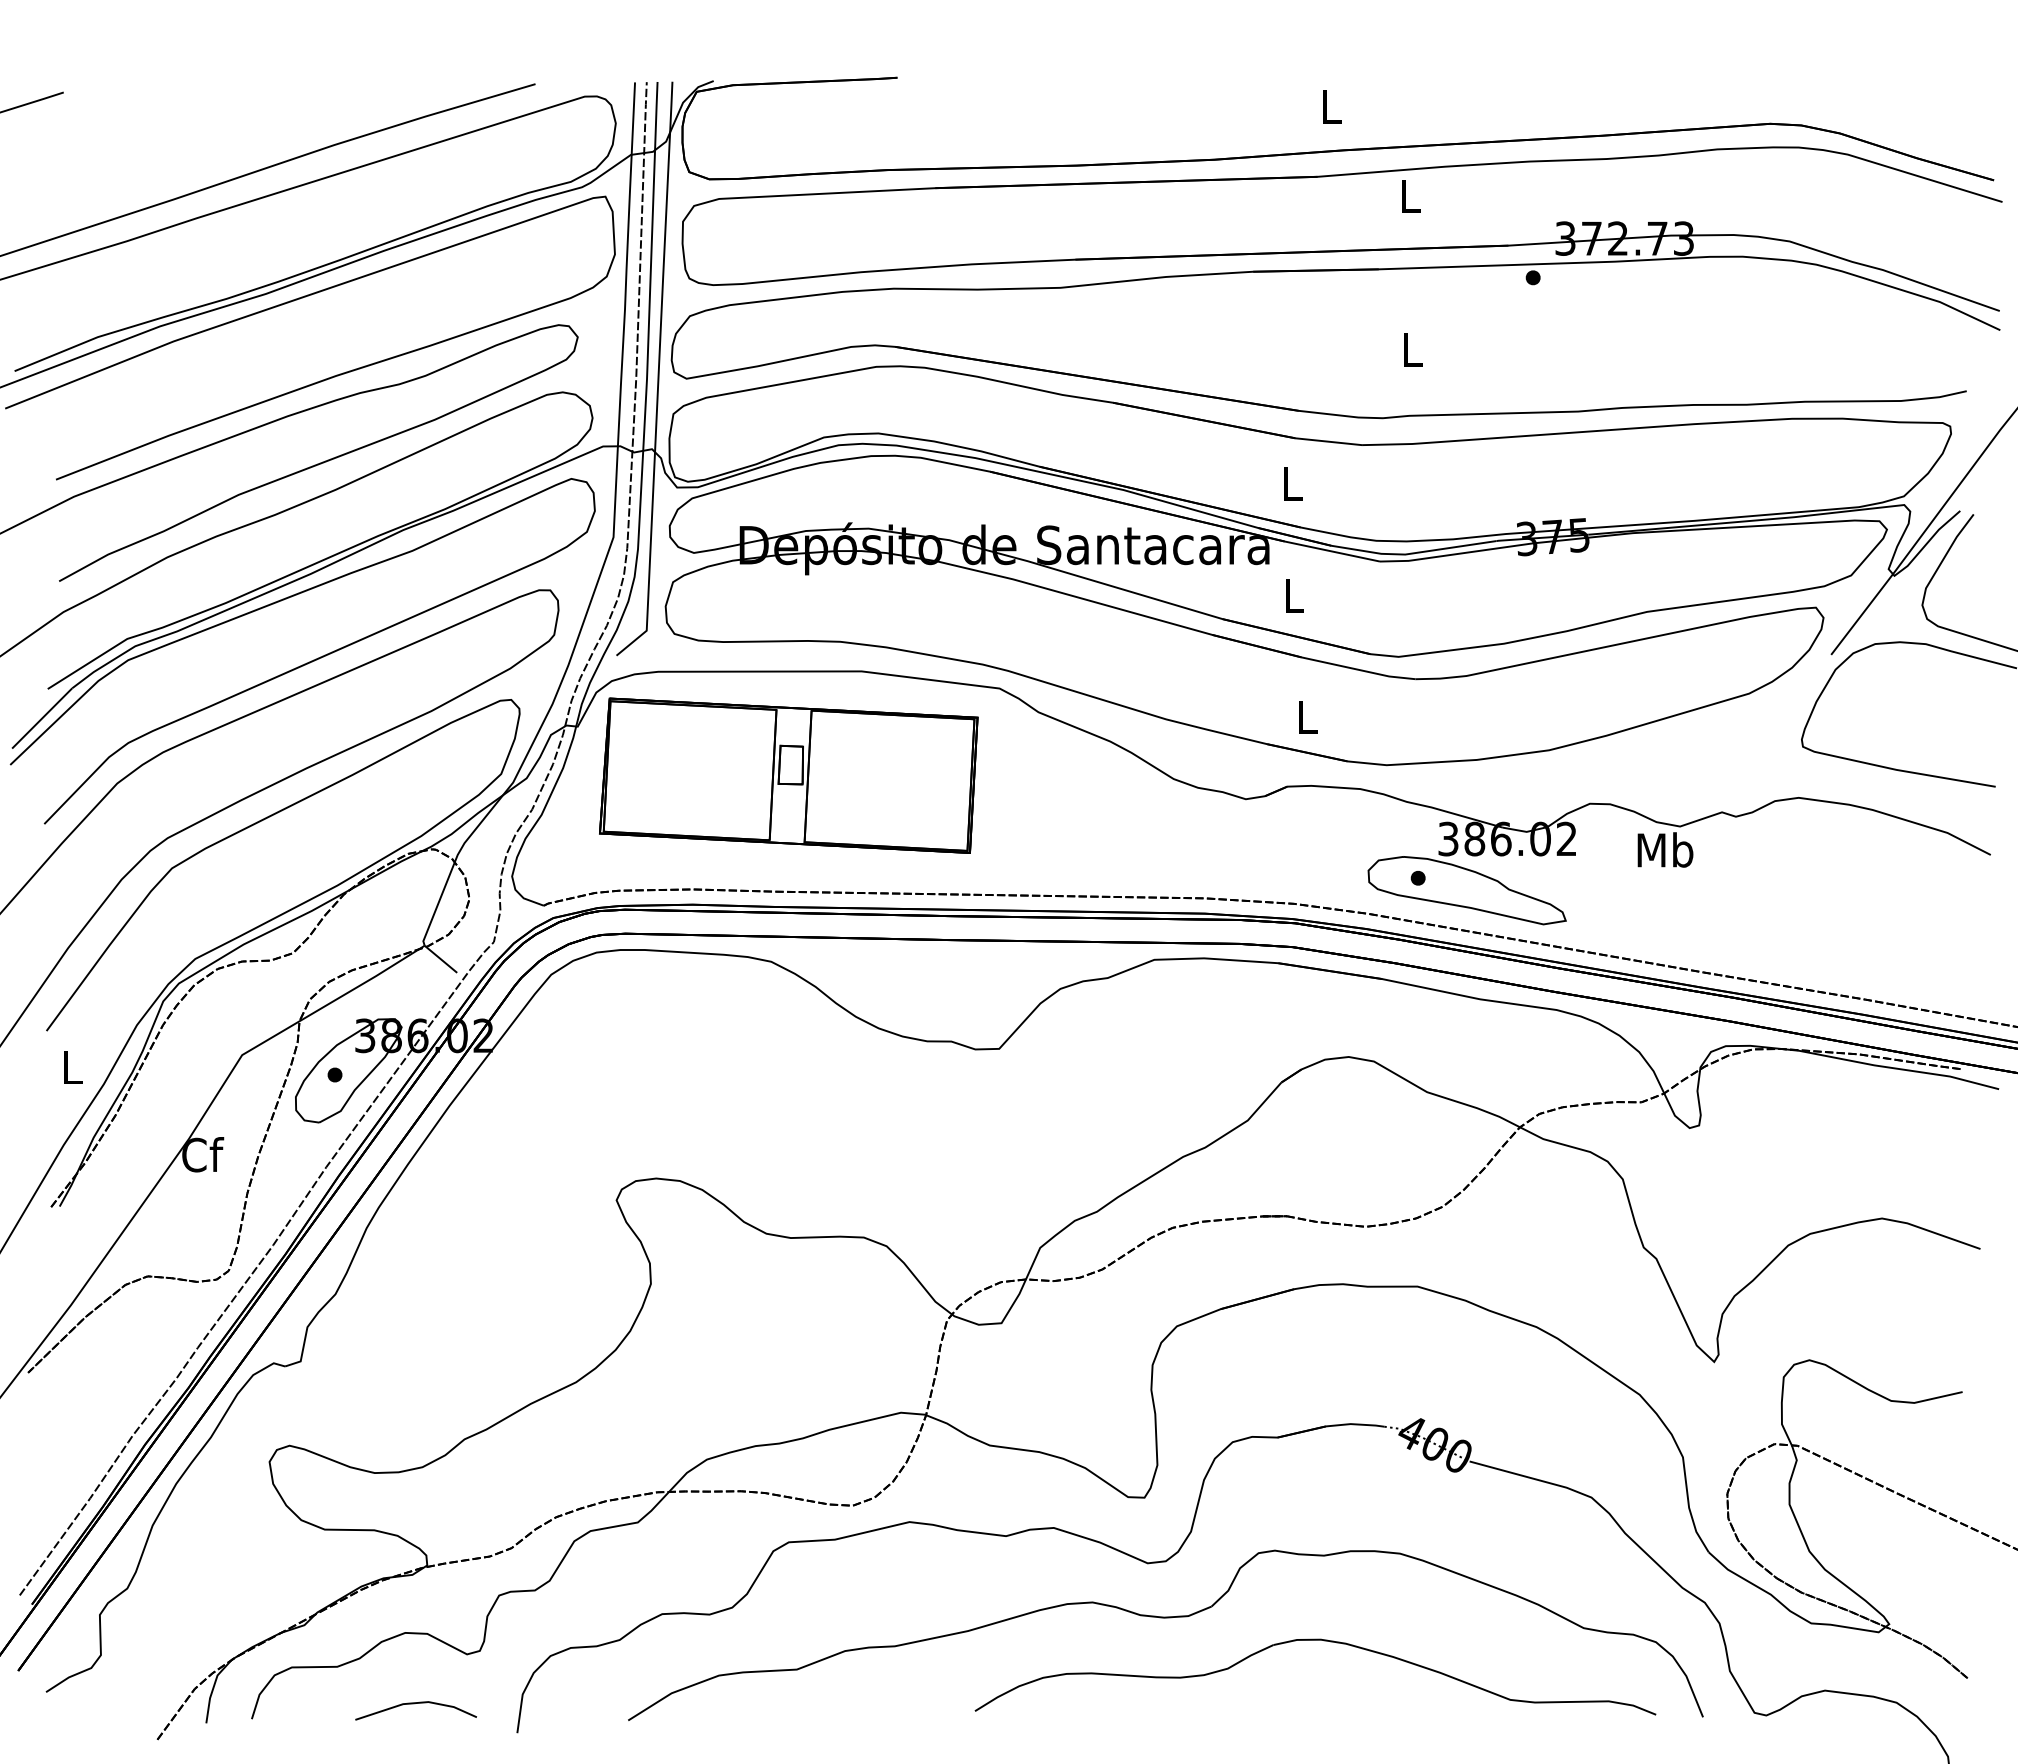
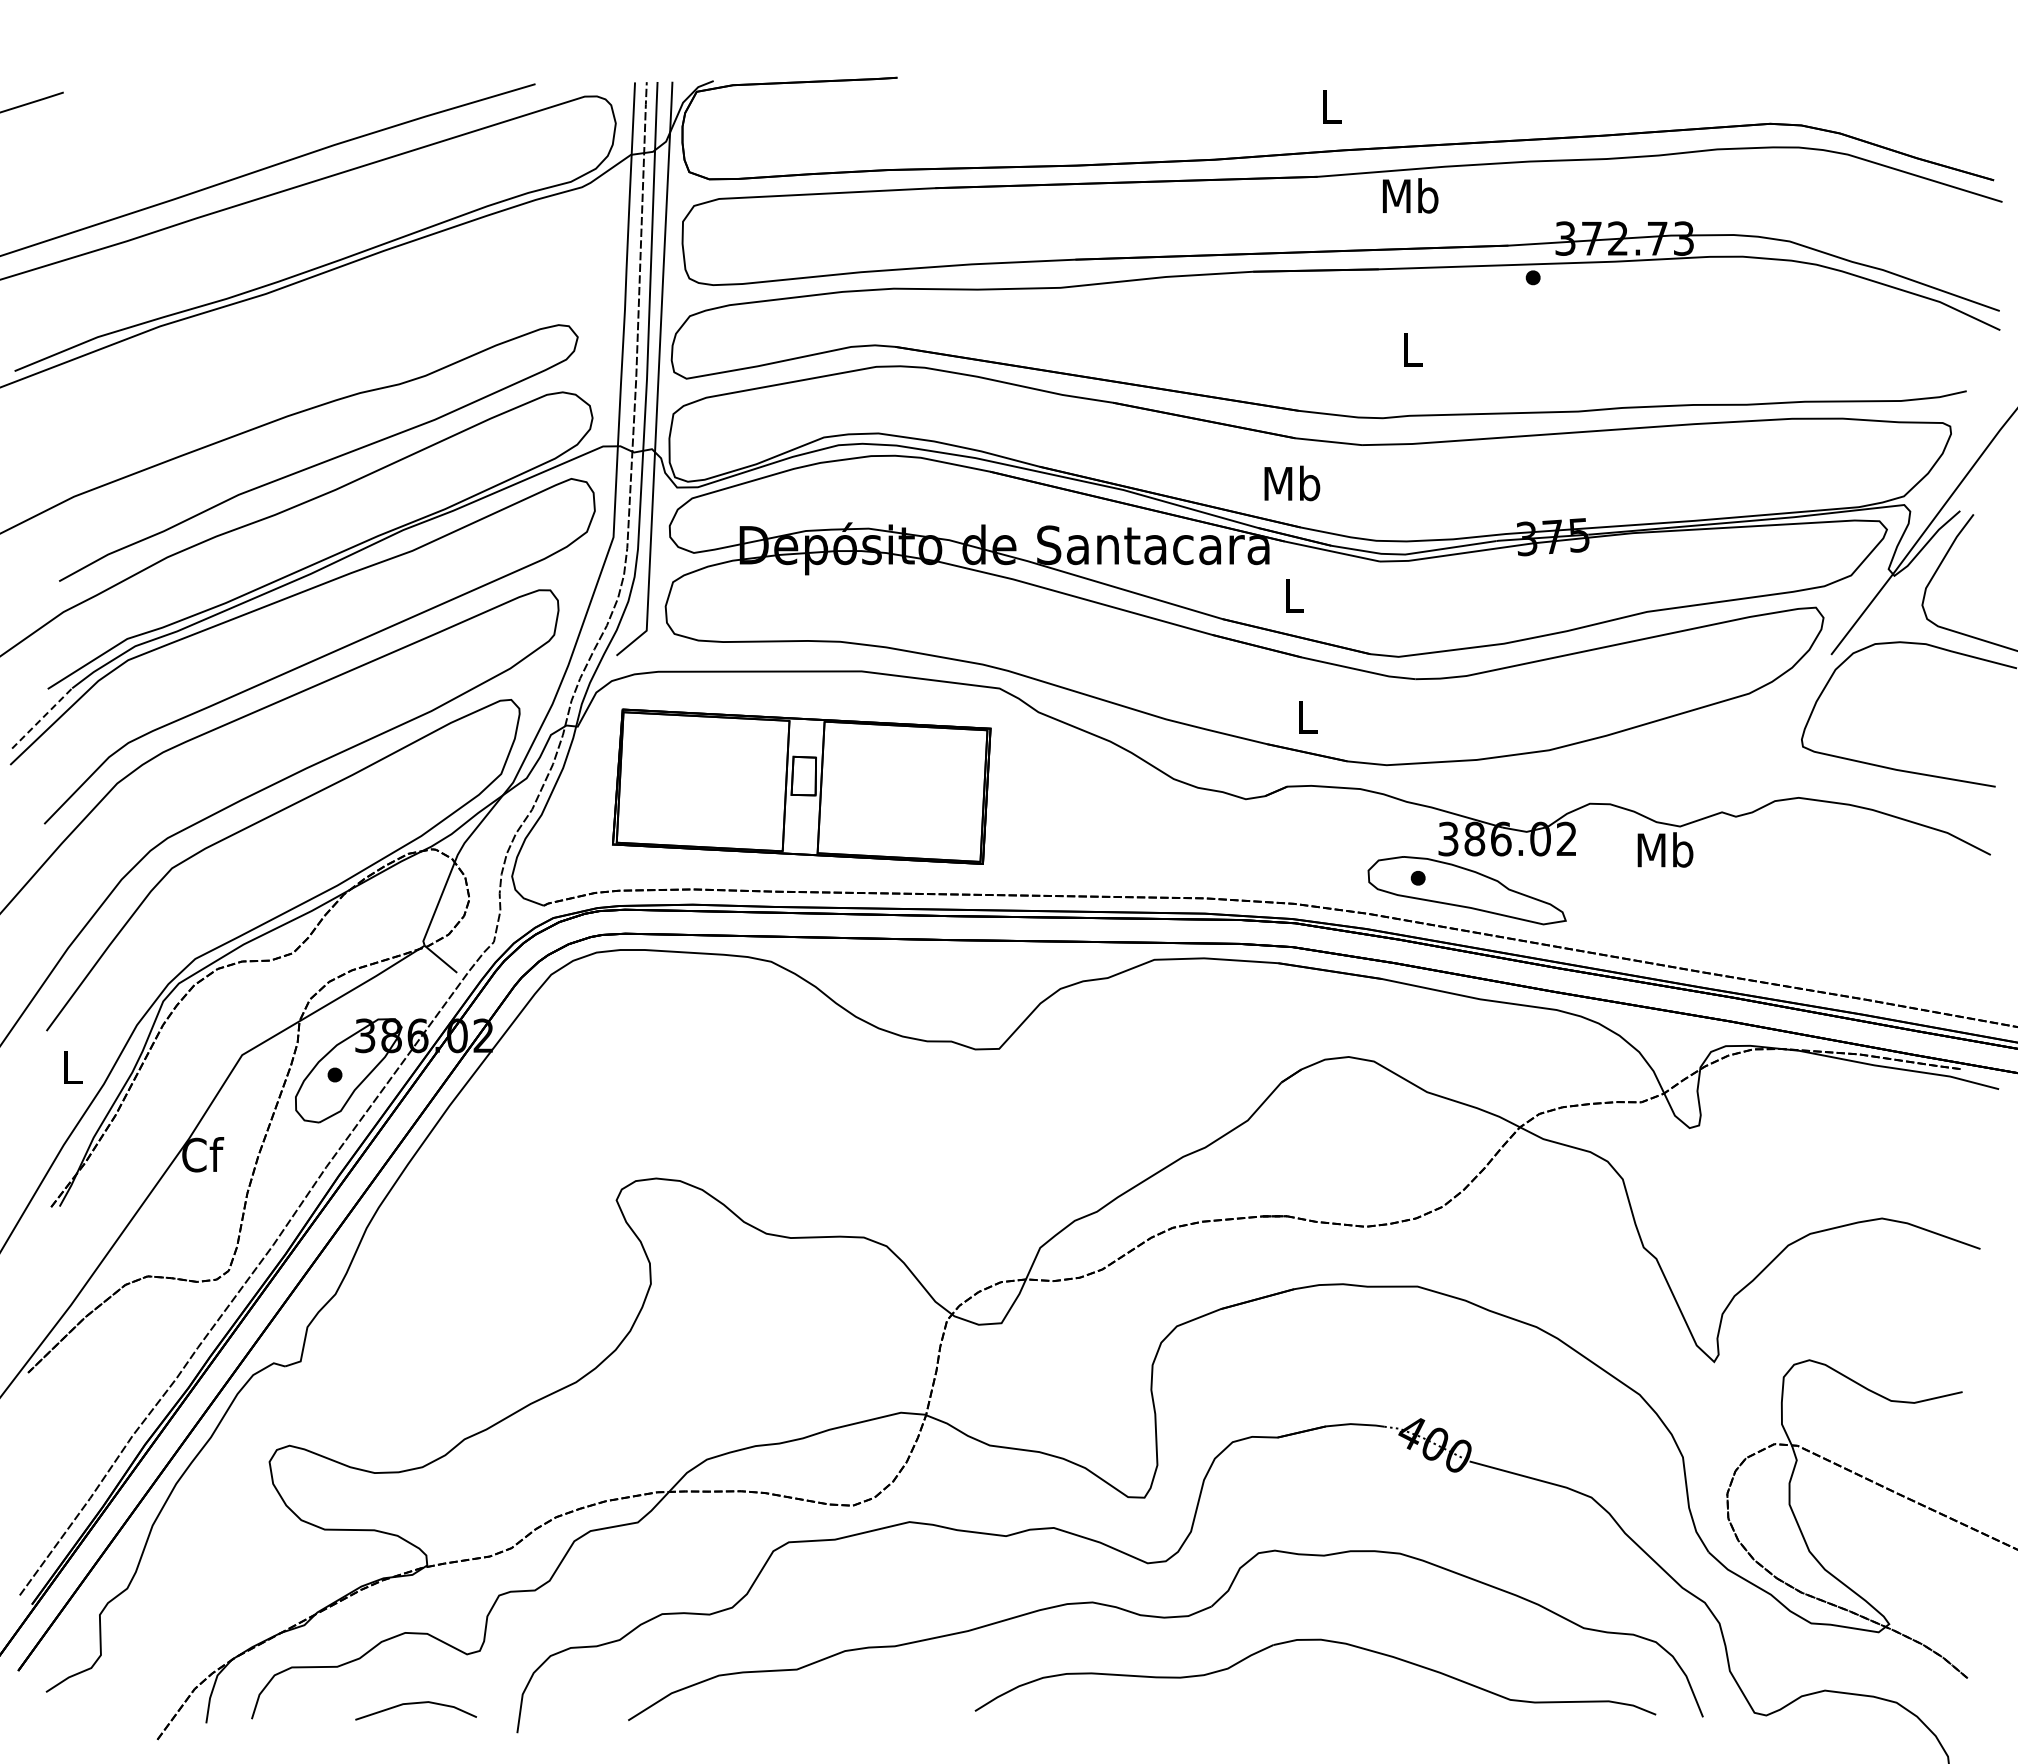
text at (1410, 195): L -> Mb
curve at (297, 300): present -> none
text at (1292, 483): L -> Mb
line at (42, 718): solid -> dashed
part at (788, 775) position: (788, 775) -> (801, 786)
